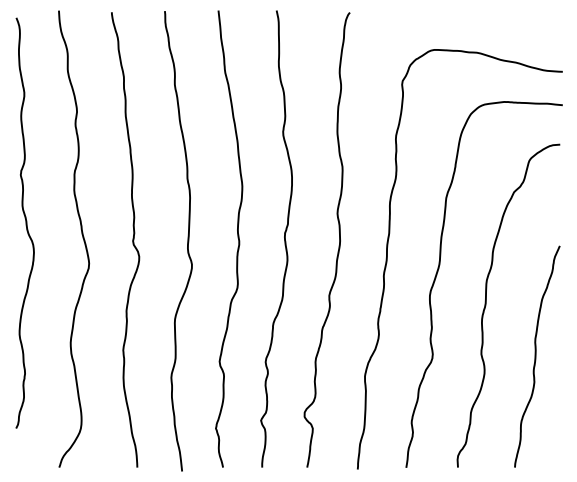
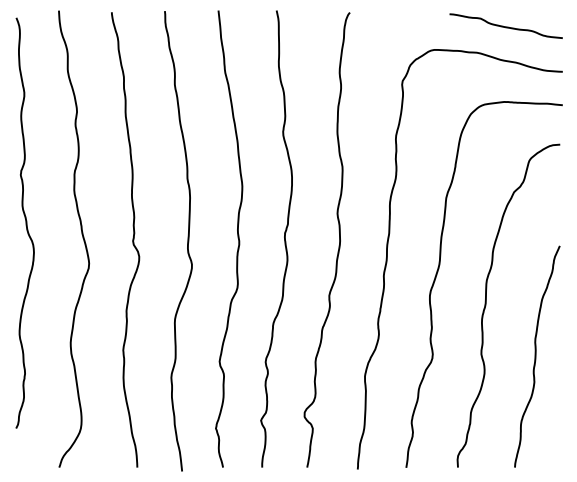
curve at (505, 26): none -> present
